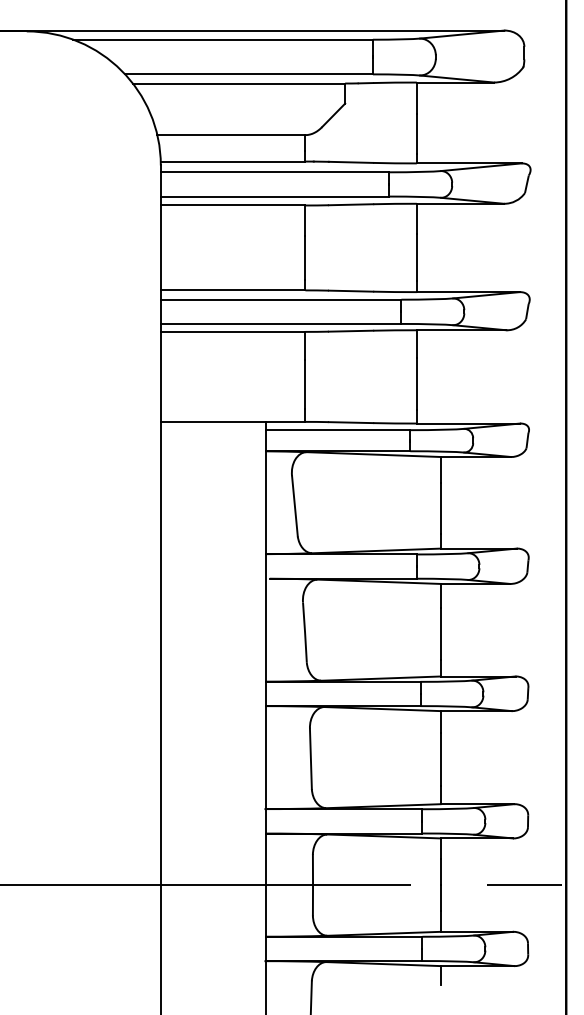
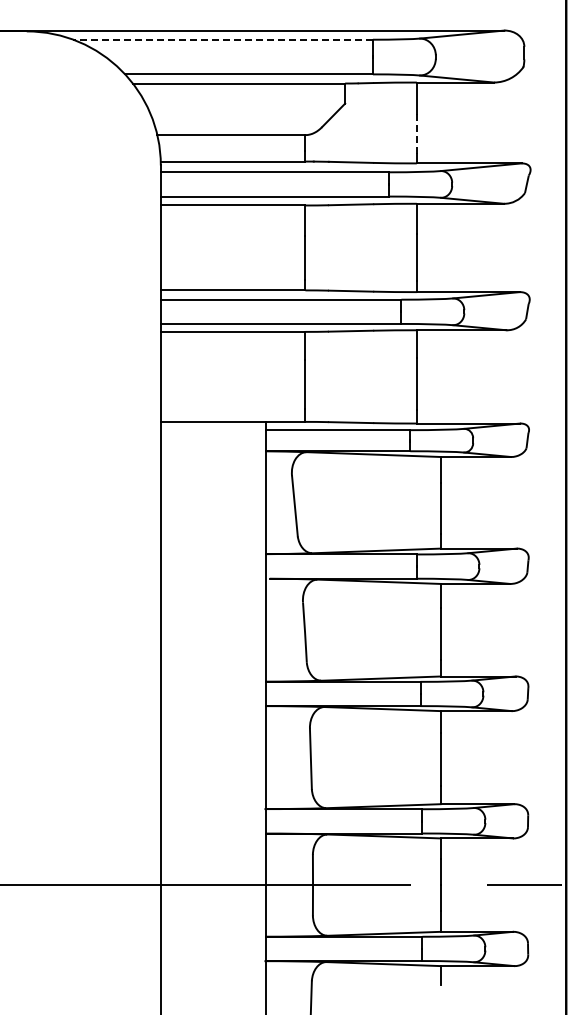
line at (223, 39): solid -> dashed
line at (416, 133): solid -> dashed
